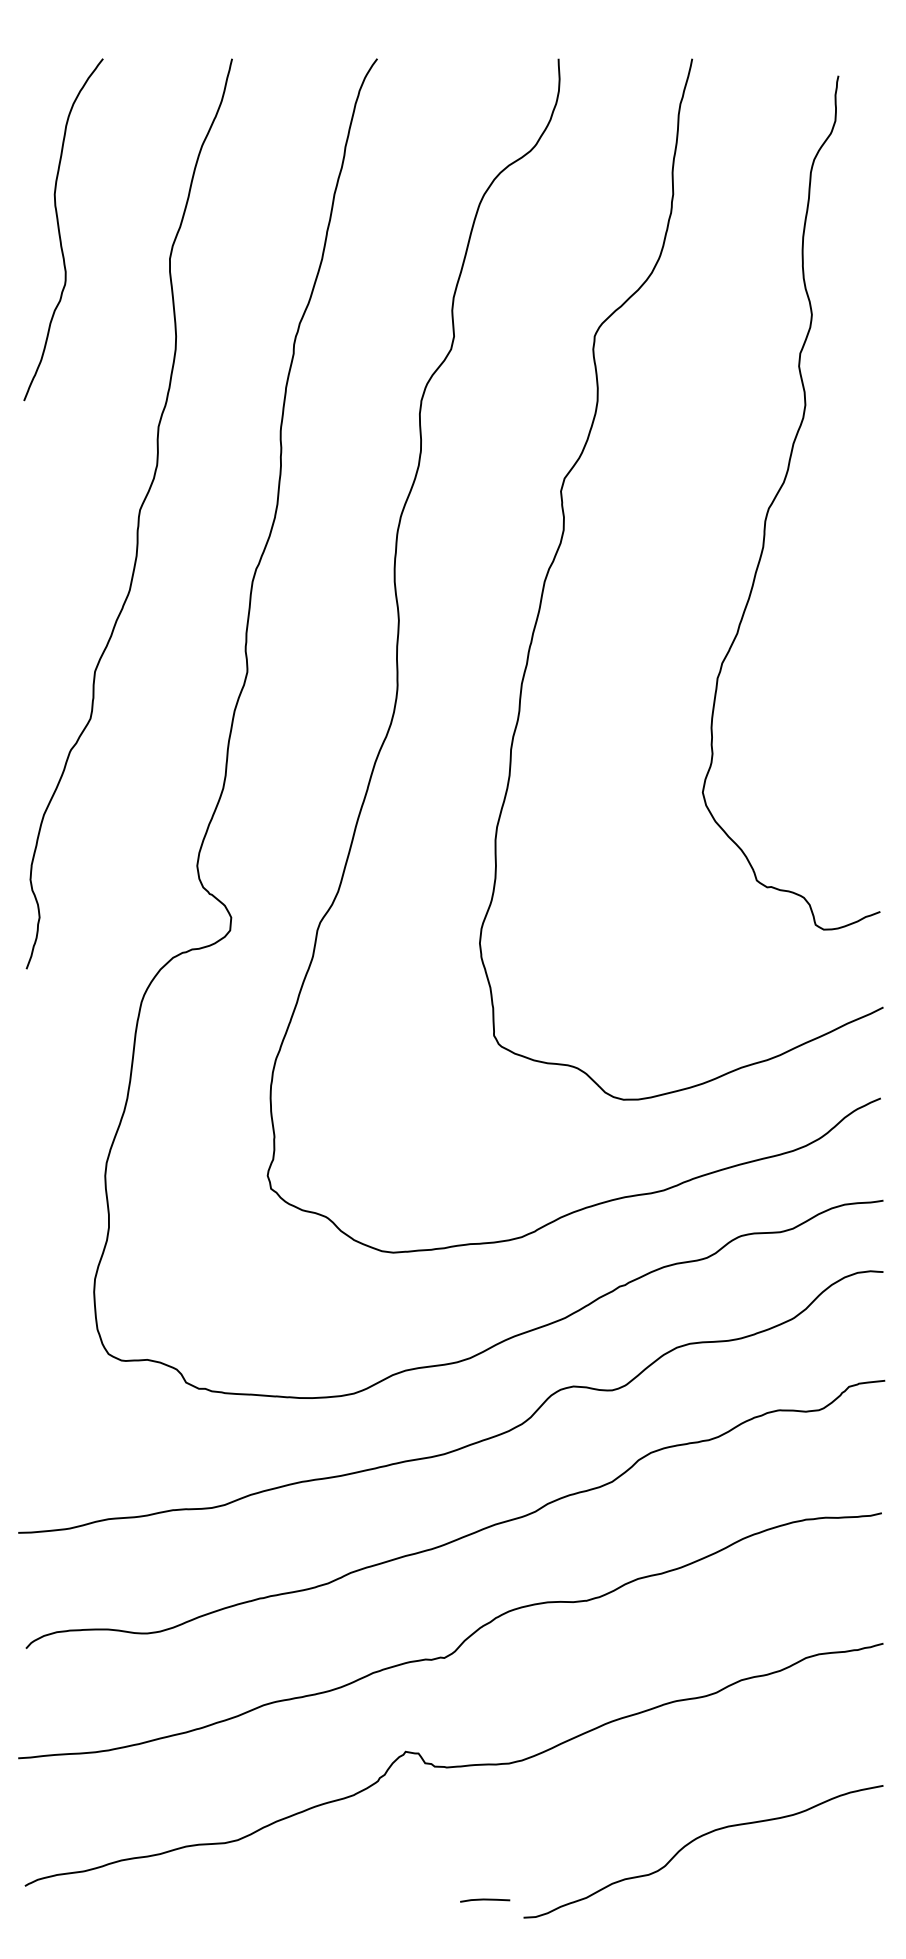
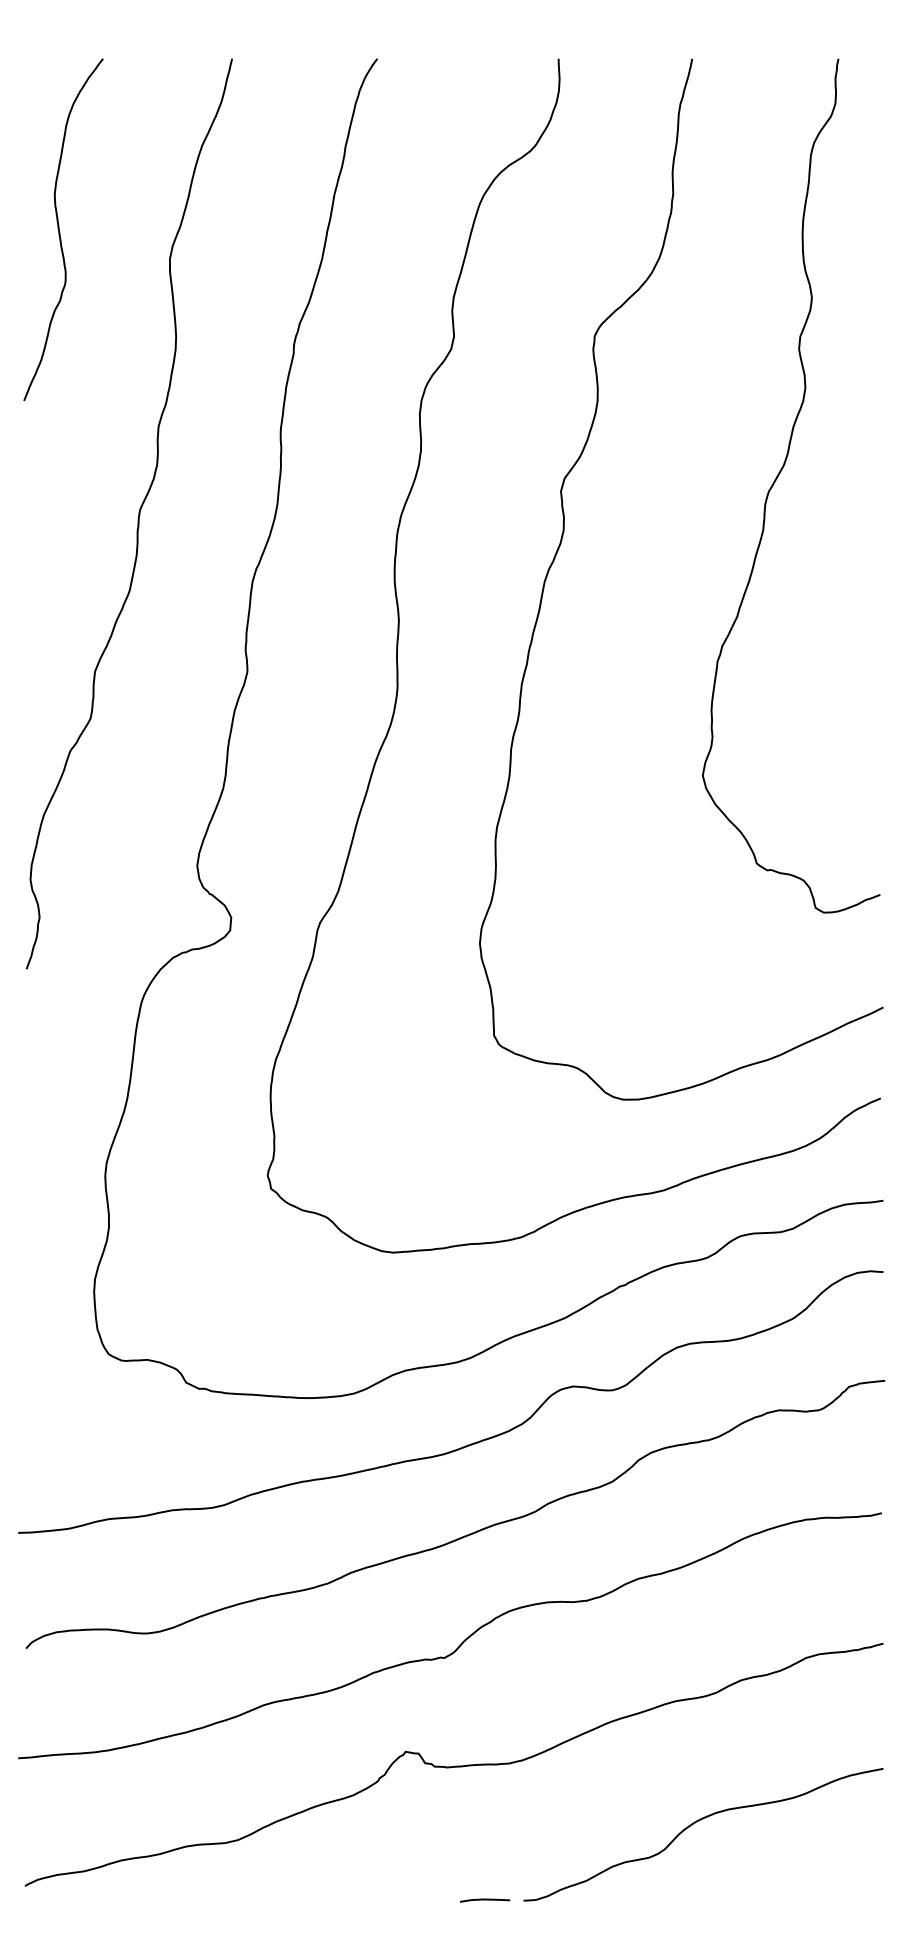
curve at (778, 494) position: (778, 494) -> (778, 477)
curve at (697, 1839) position: (697, 1839) -> (697, 1822)
